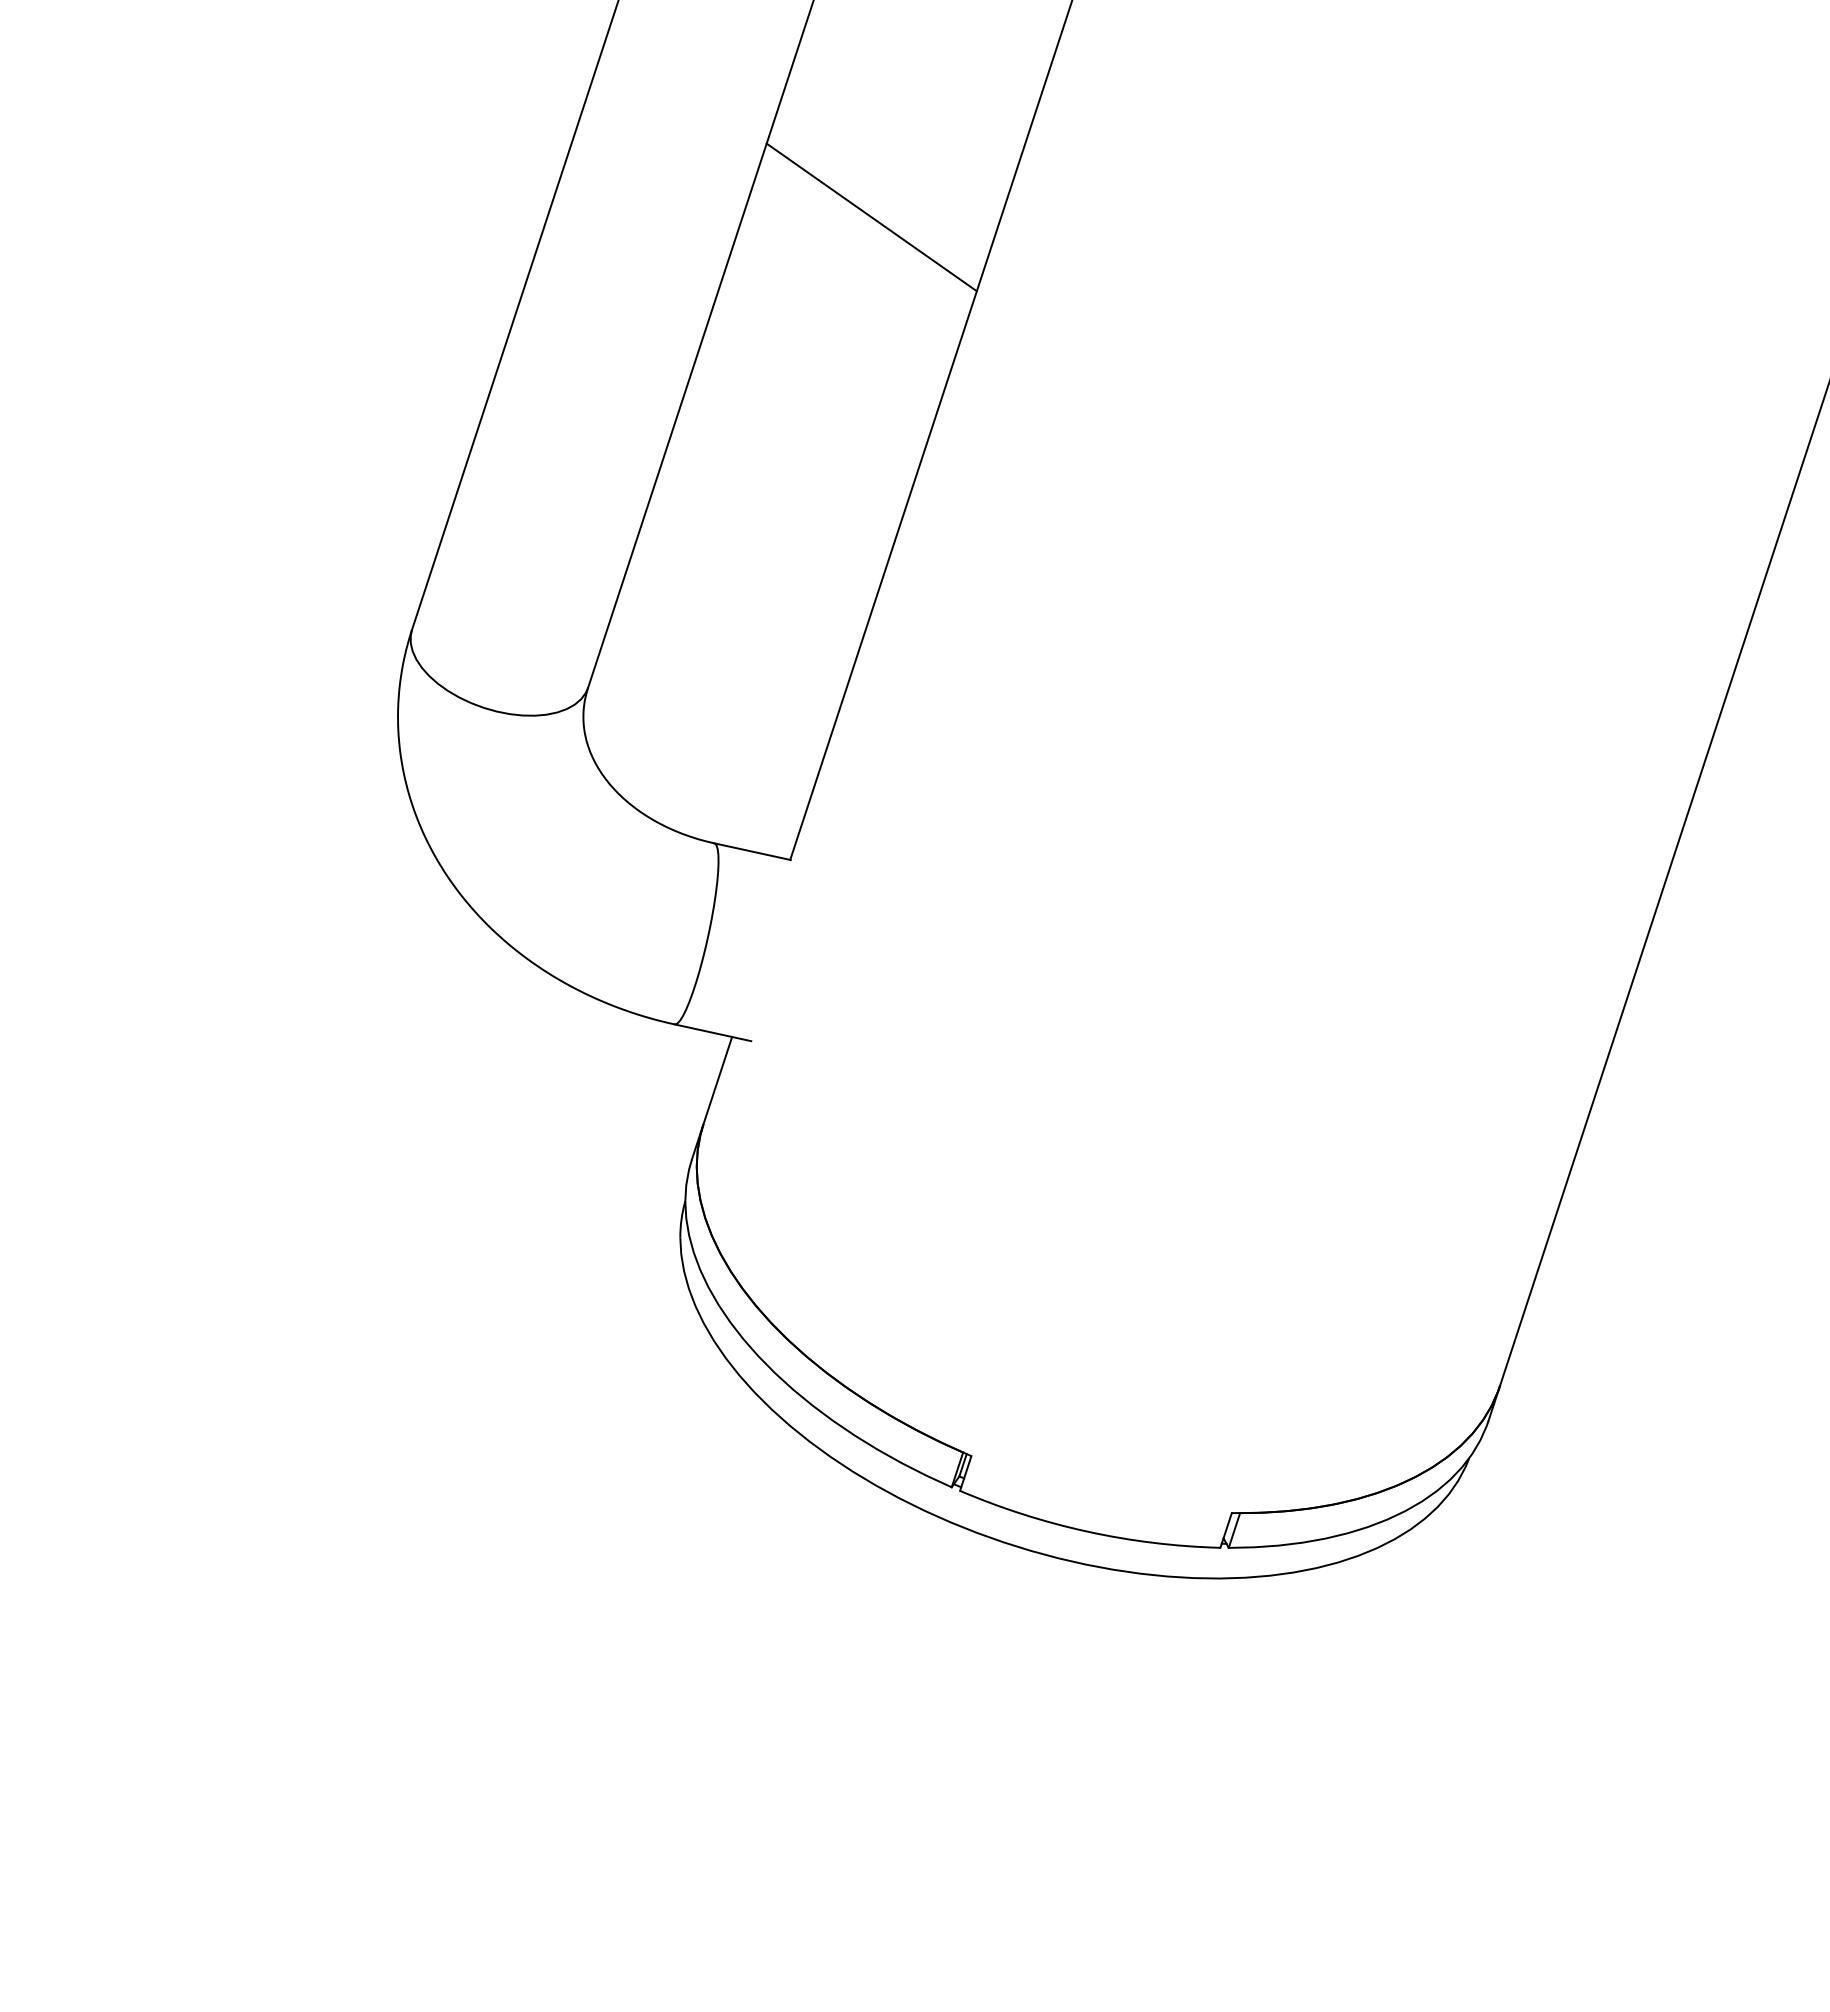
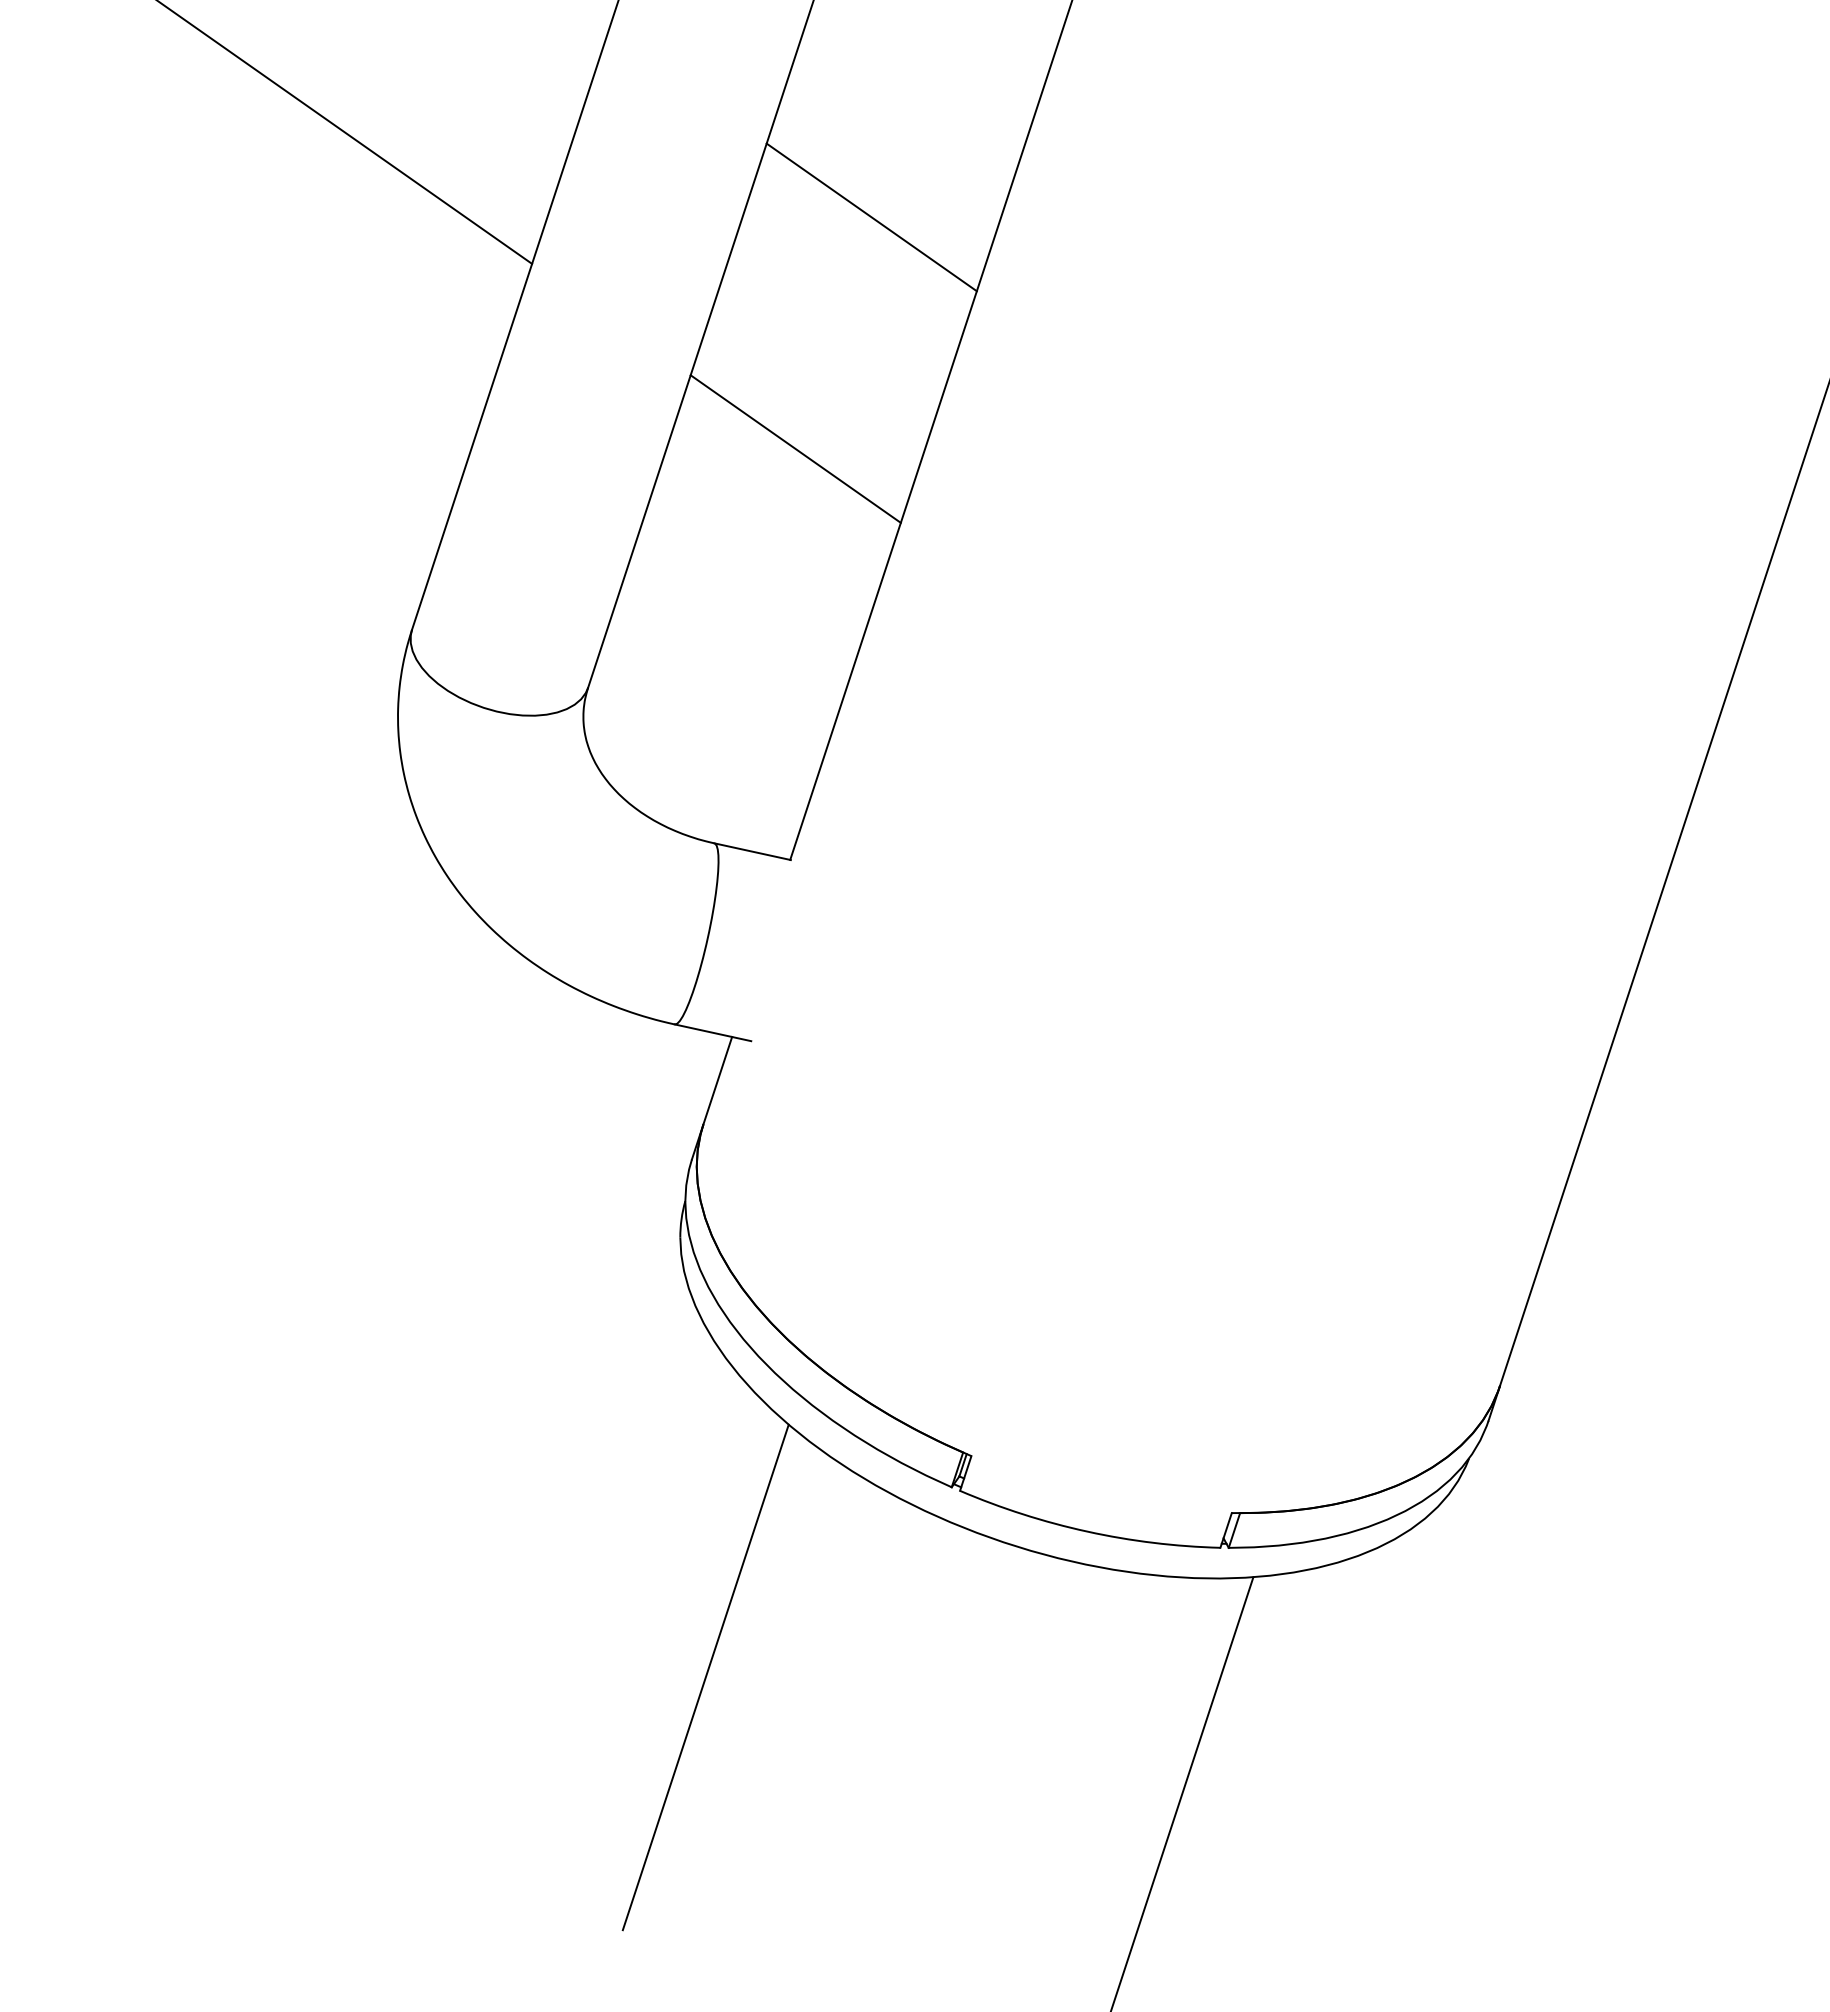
line at (345, 132): none -> present
line at (795, 448): none -> present
line at (705, 1677): none -> present
line at (1182, 1792): none -> present
